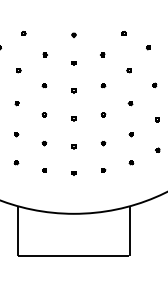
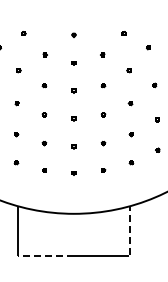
line at (129, 230): solid -> dashed
line at (46, 256): solid -> dashed
